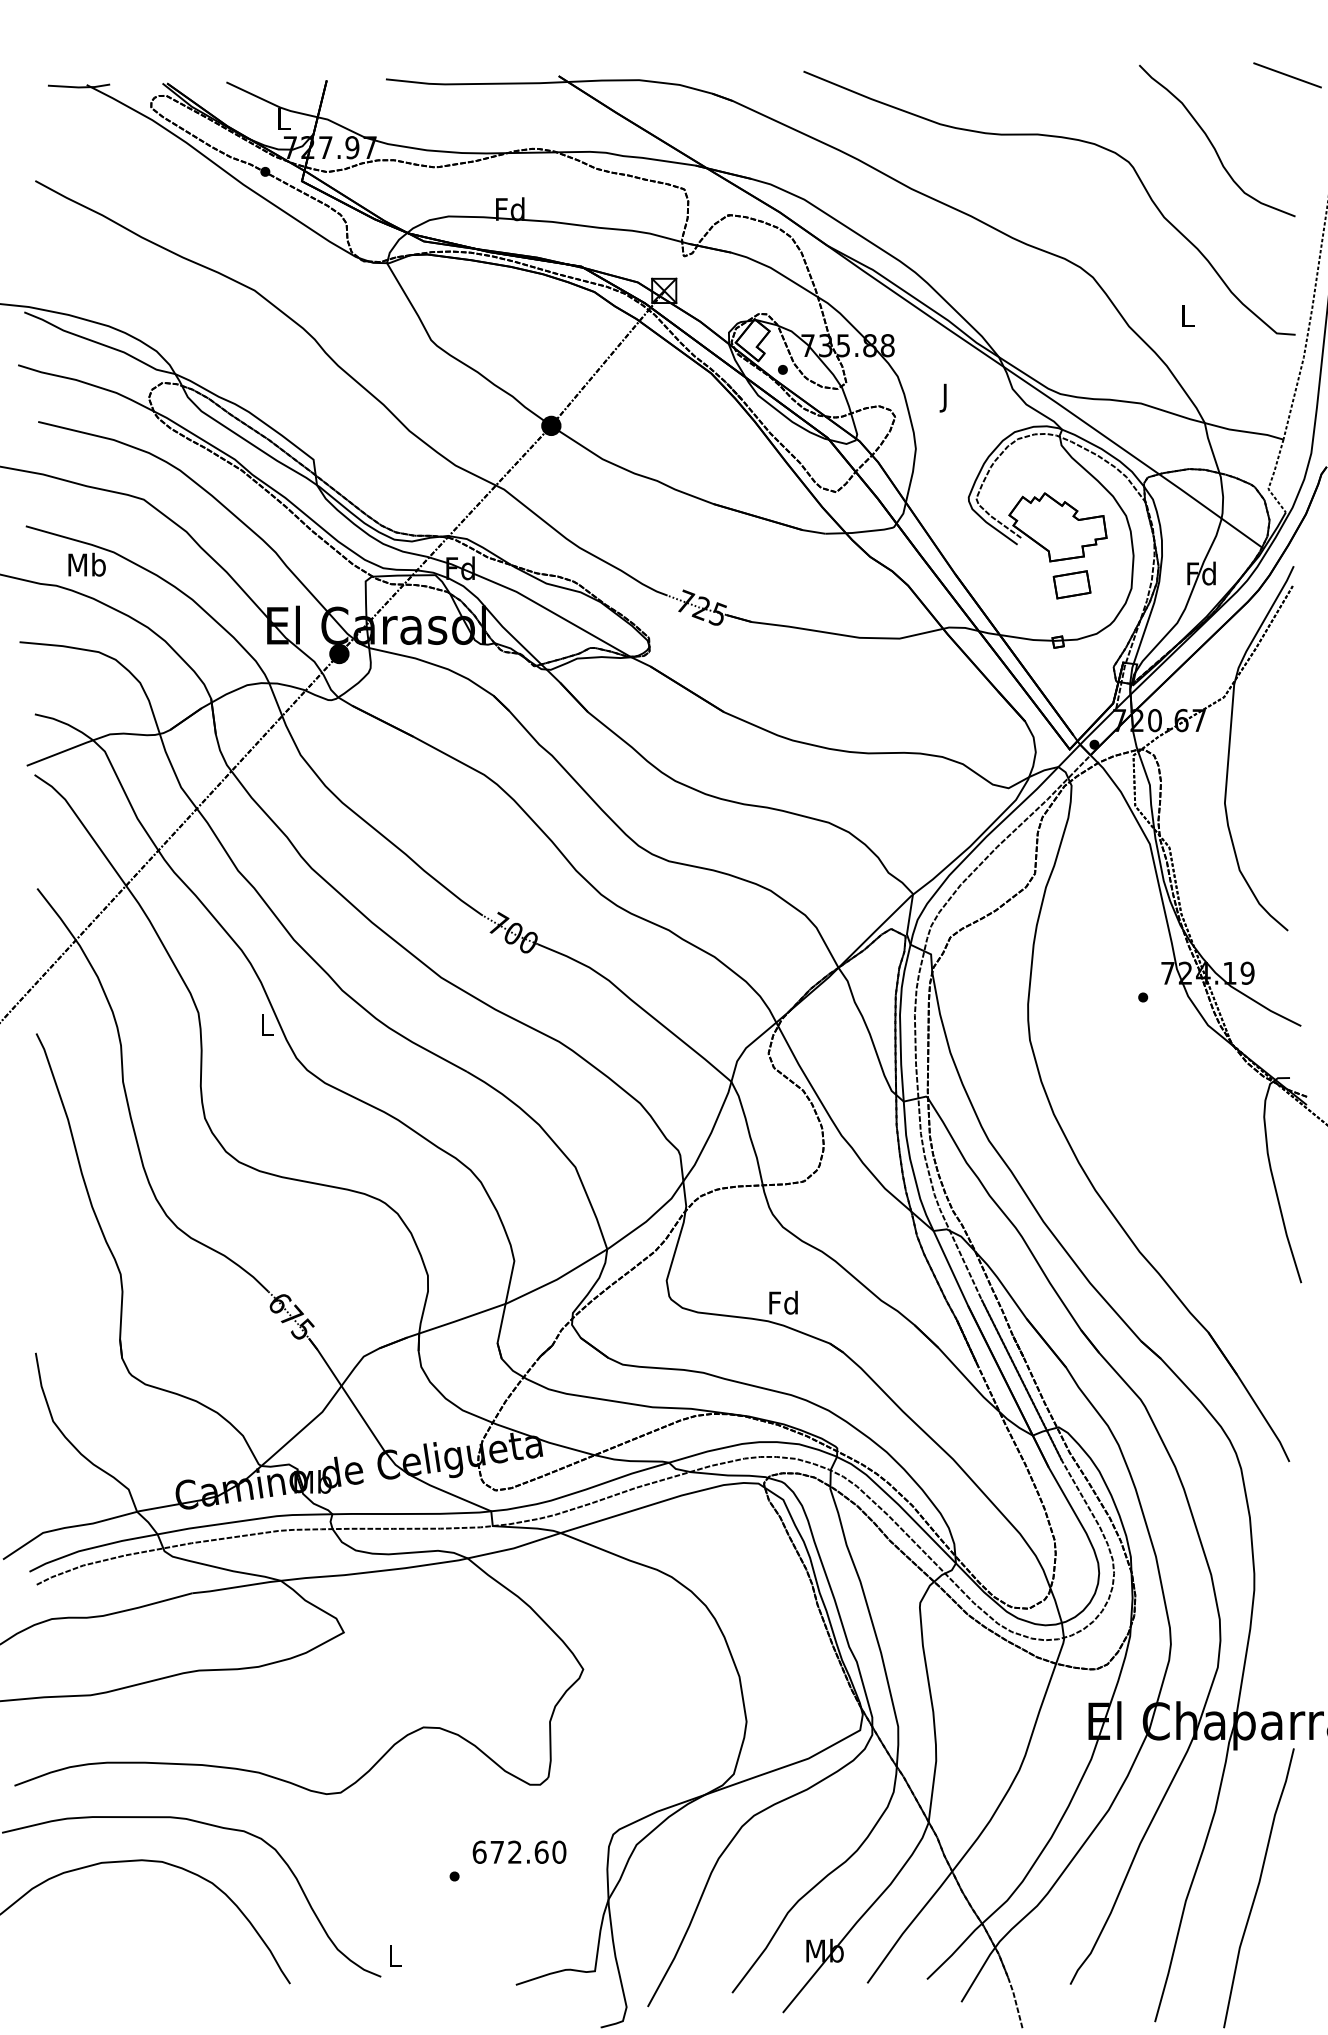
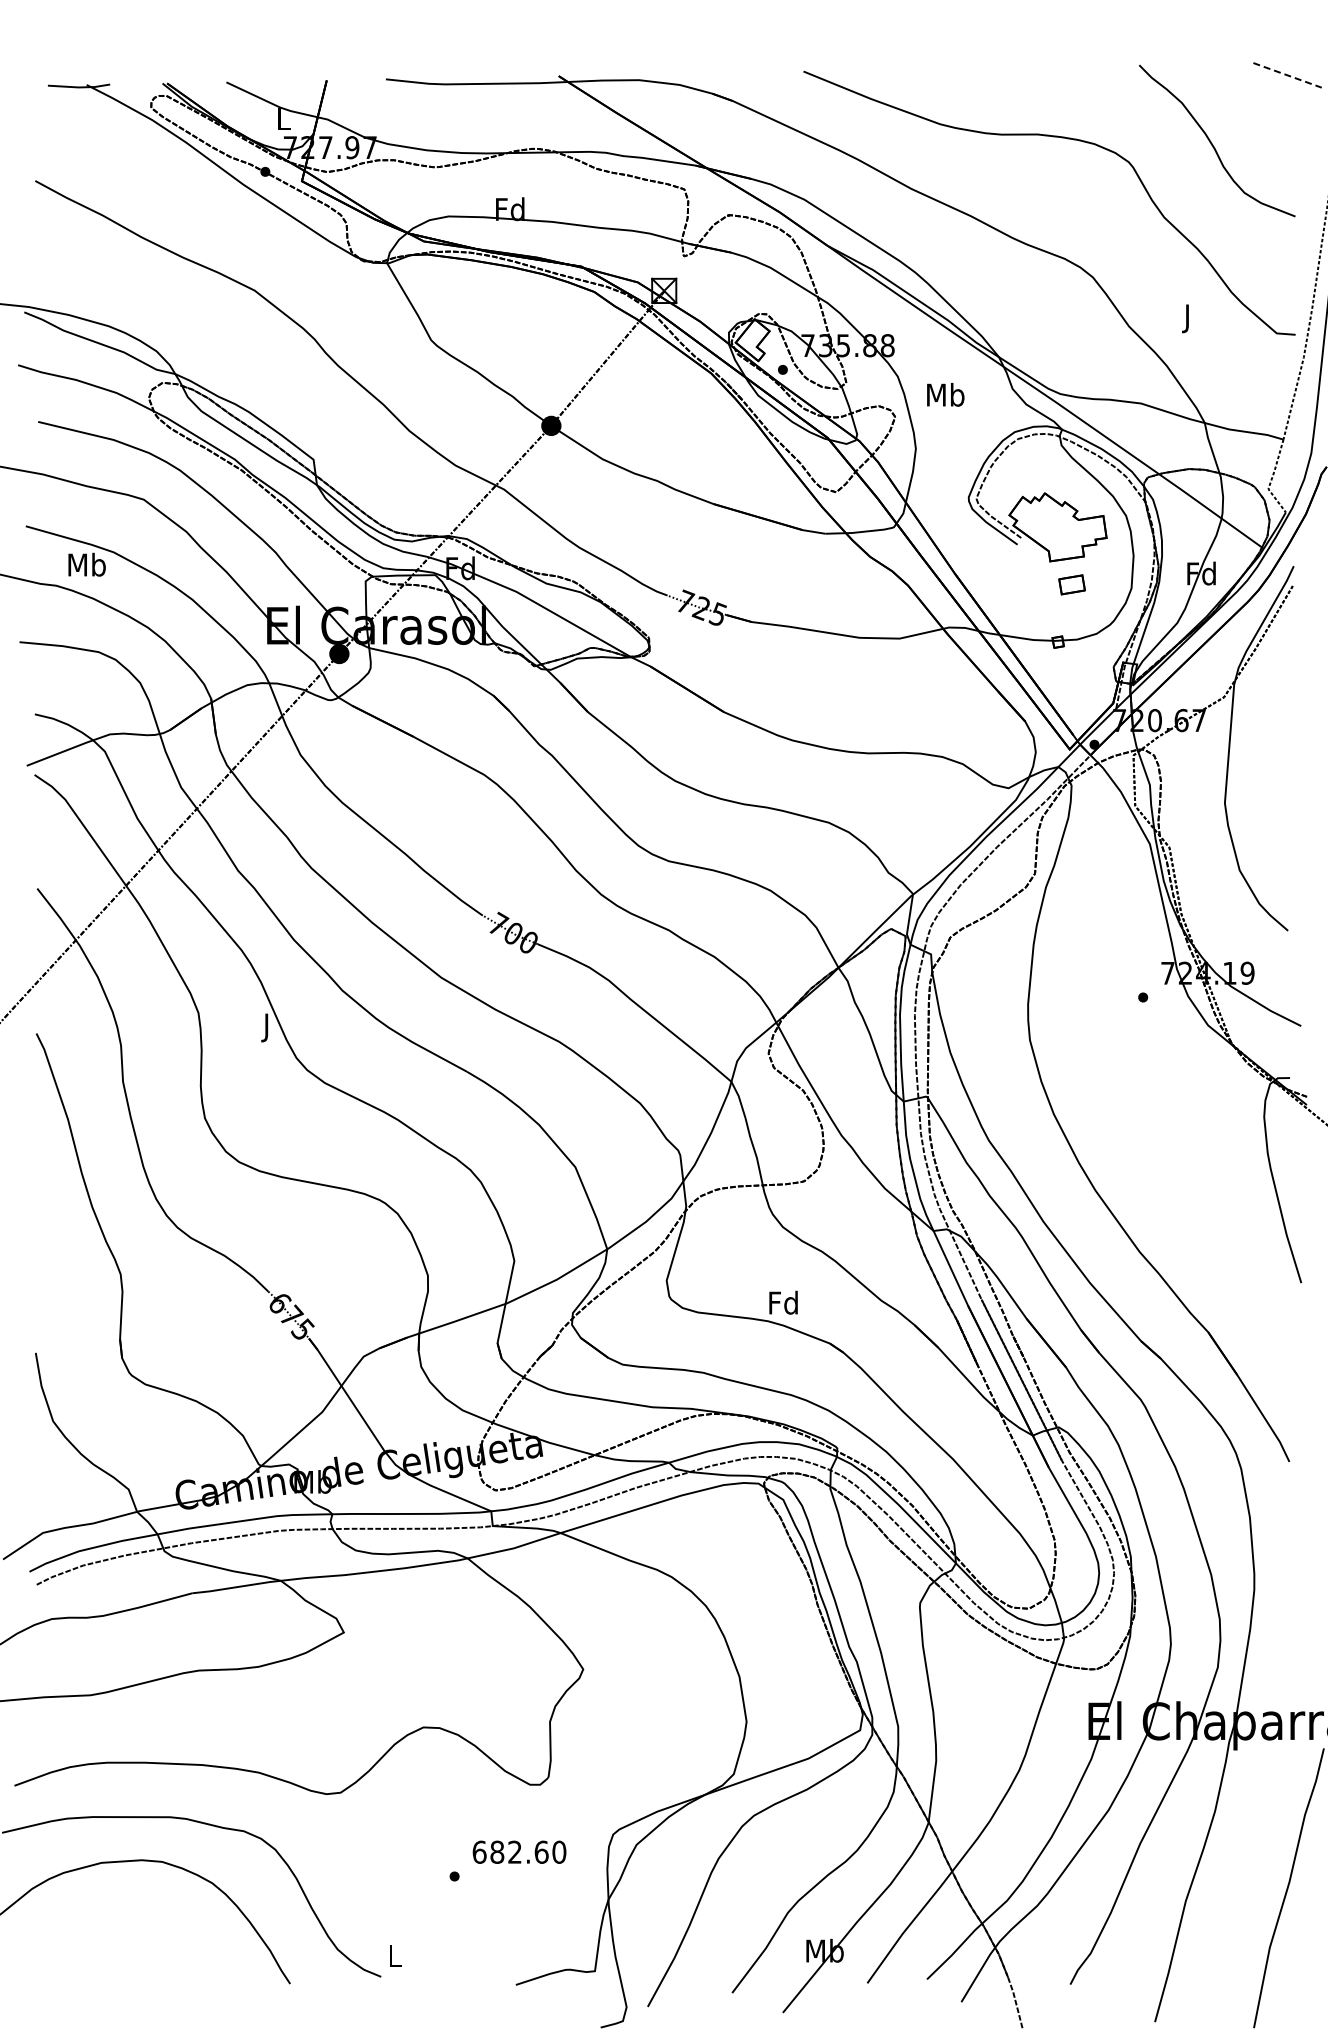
line at (1288, 75): solid -> dashed
text at (1188, 318): L -> J
text at (945, 397): J -> Mb
part at (1071, 584) size: 40x30 px -> 28x22 px
text at (267, 1027): L -> J
text at (497, 1851): 672.60 -> 682.60
curve at (1258, 1888) position: (1258, 1888) -> (1288, 1888)
